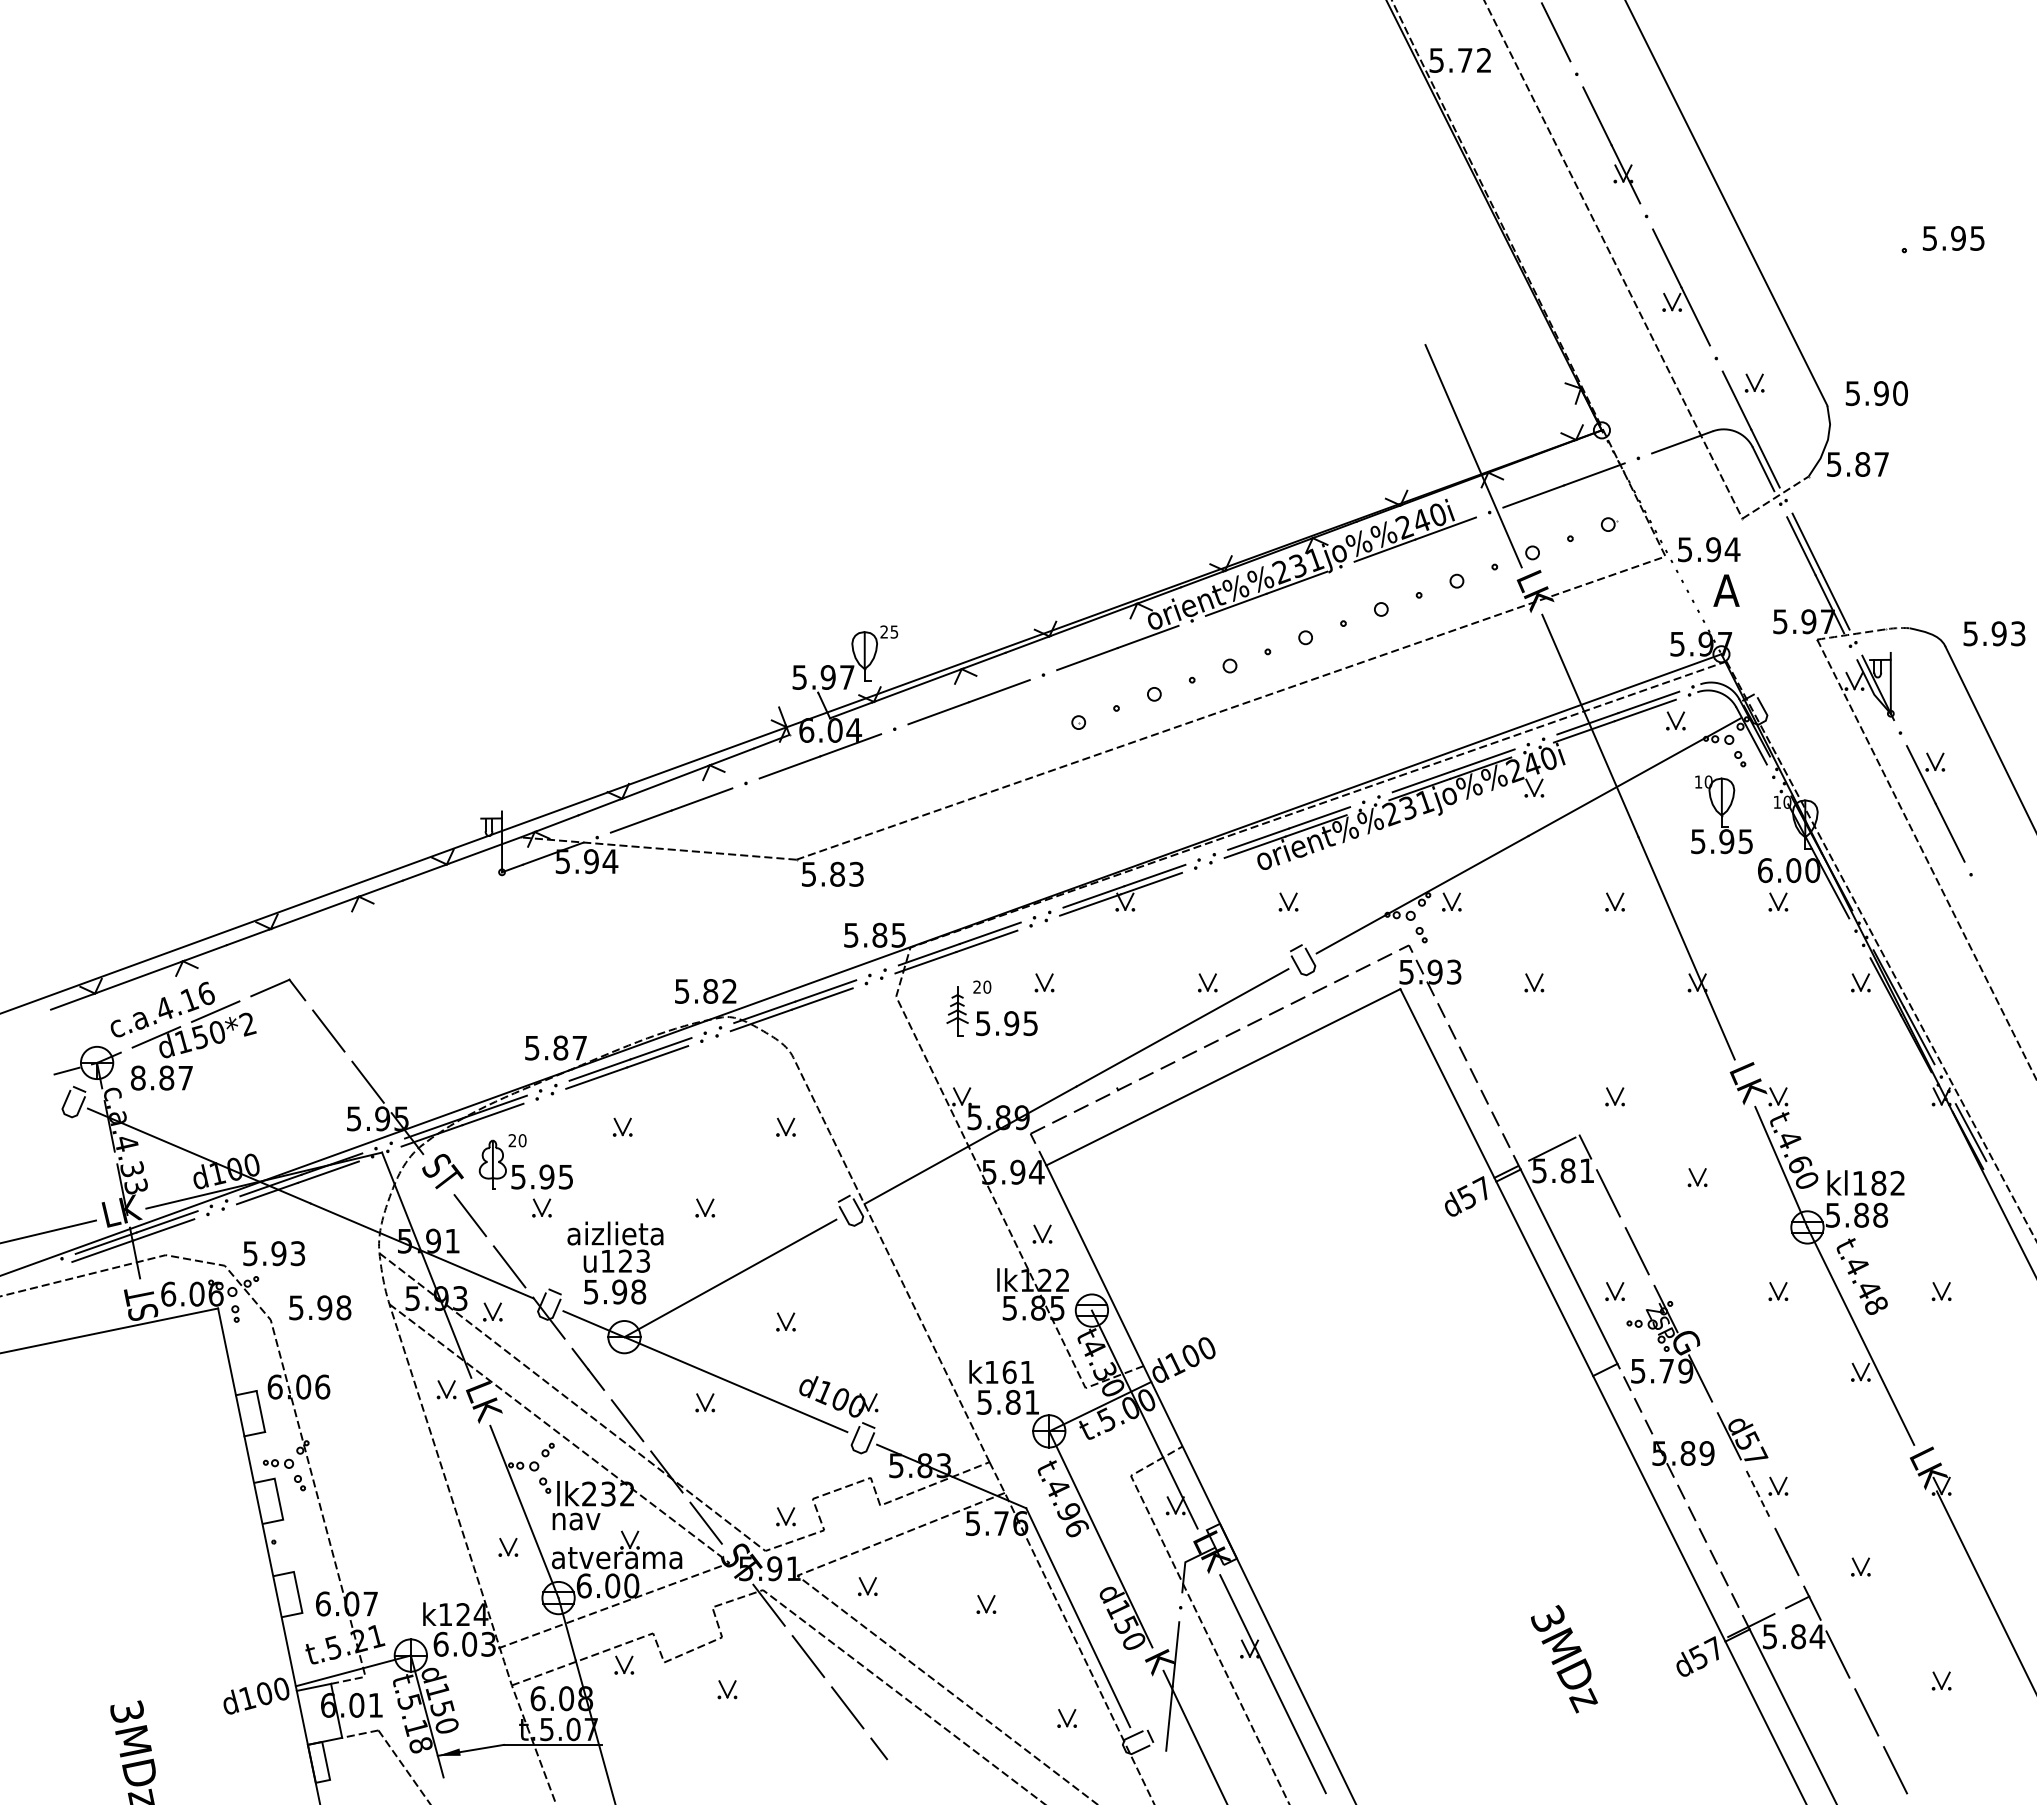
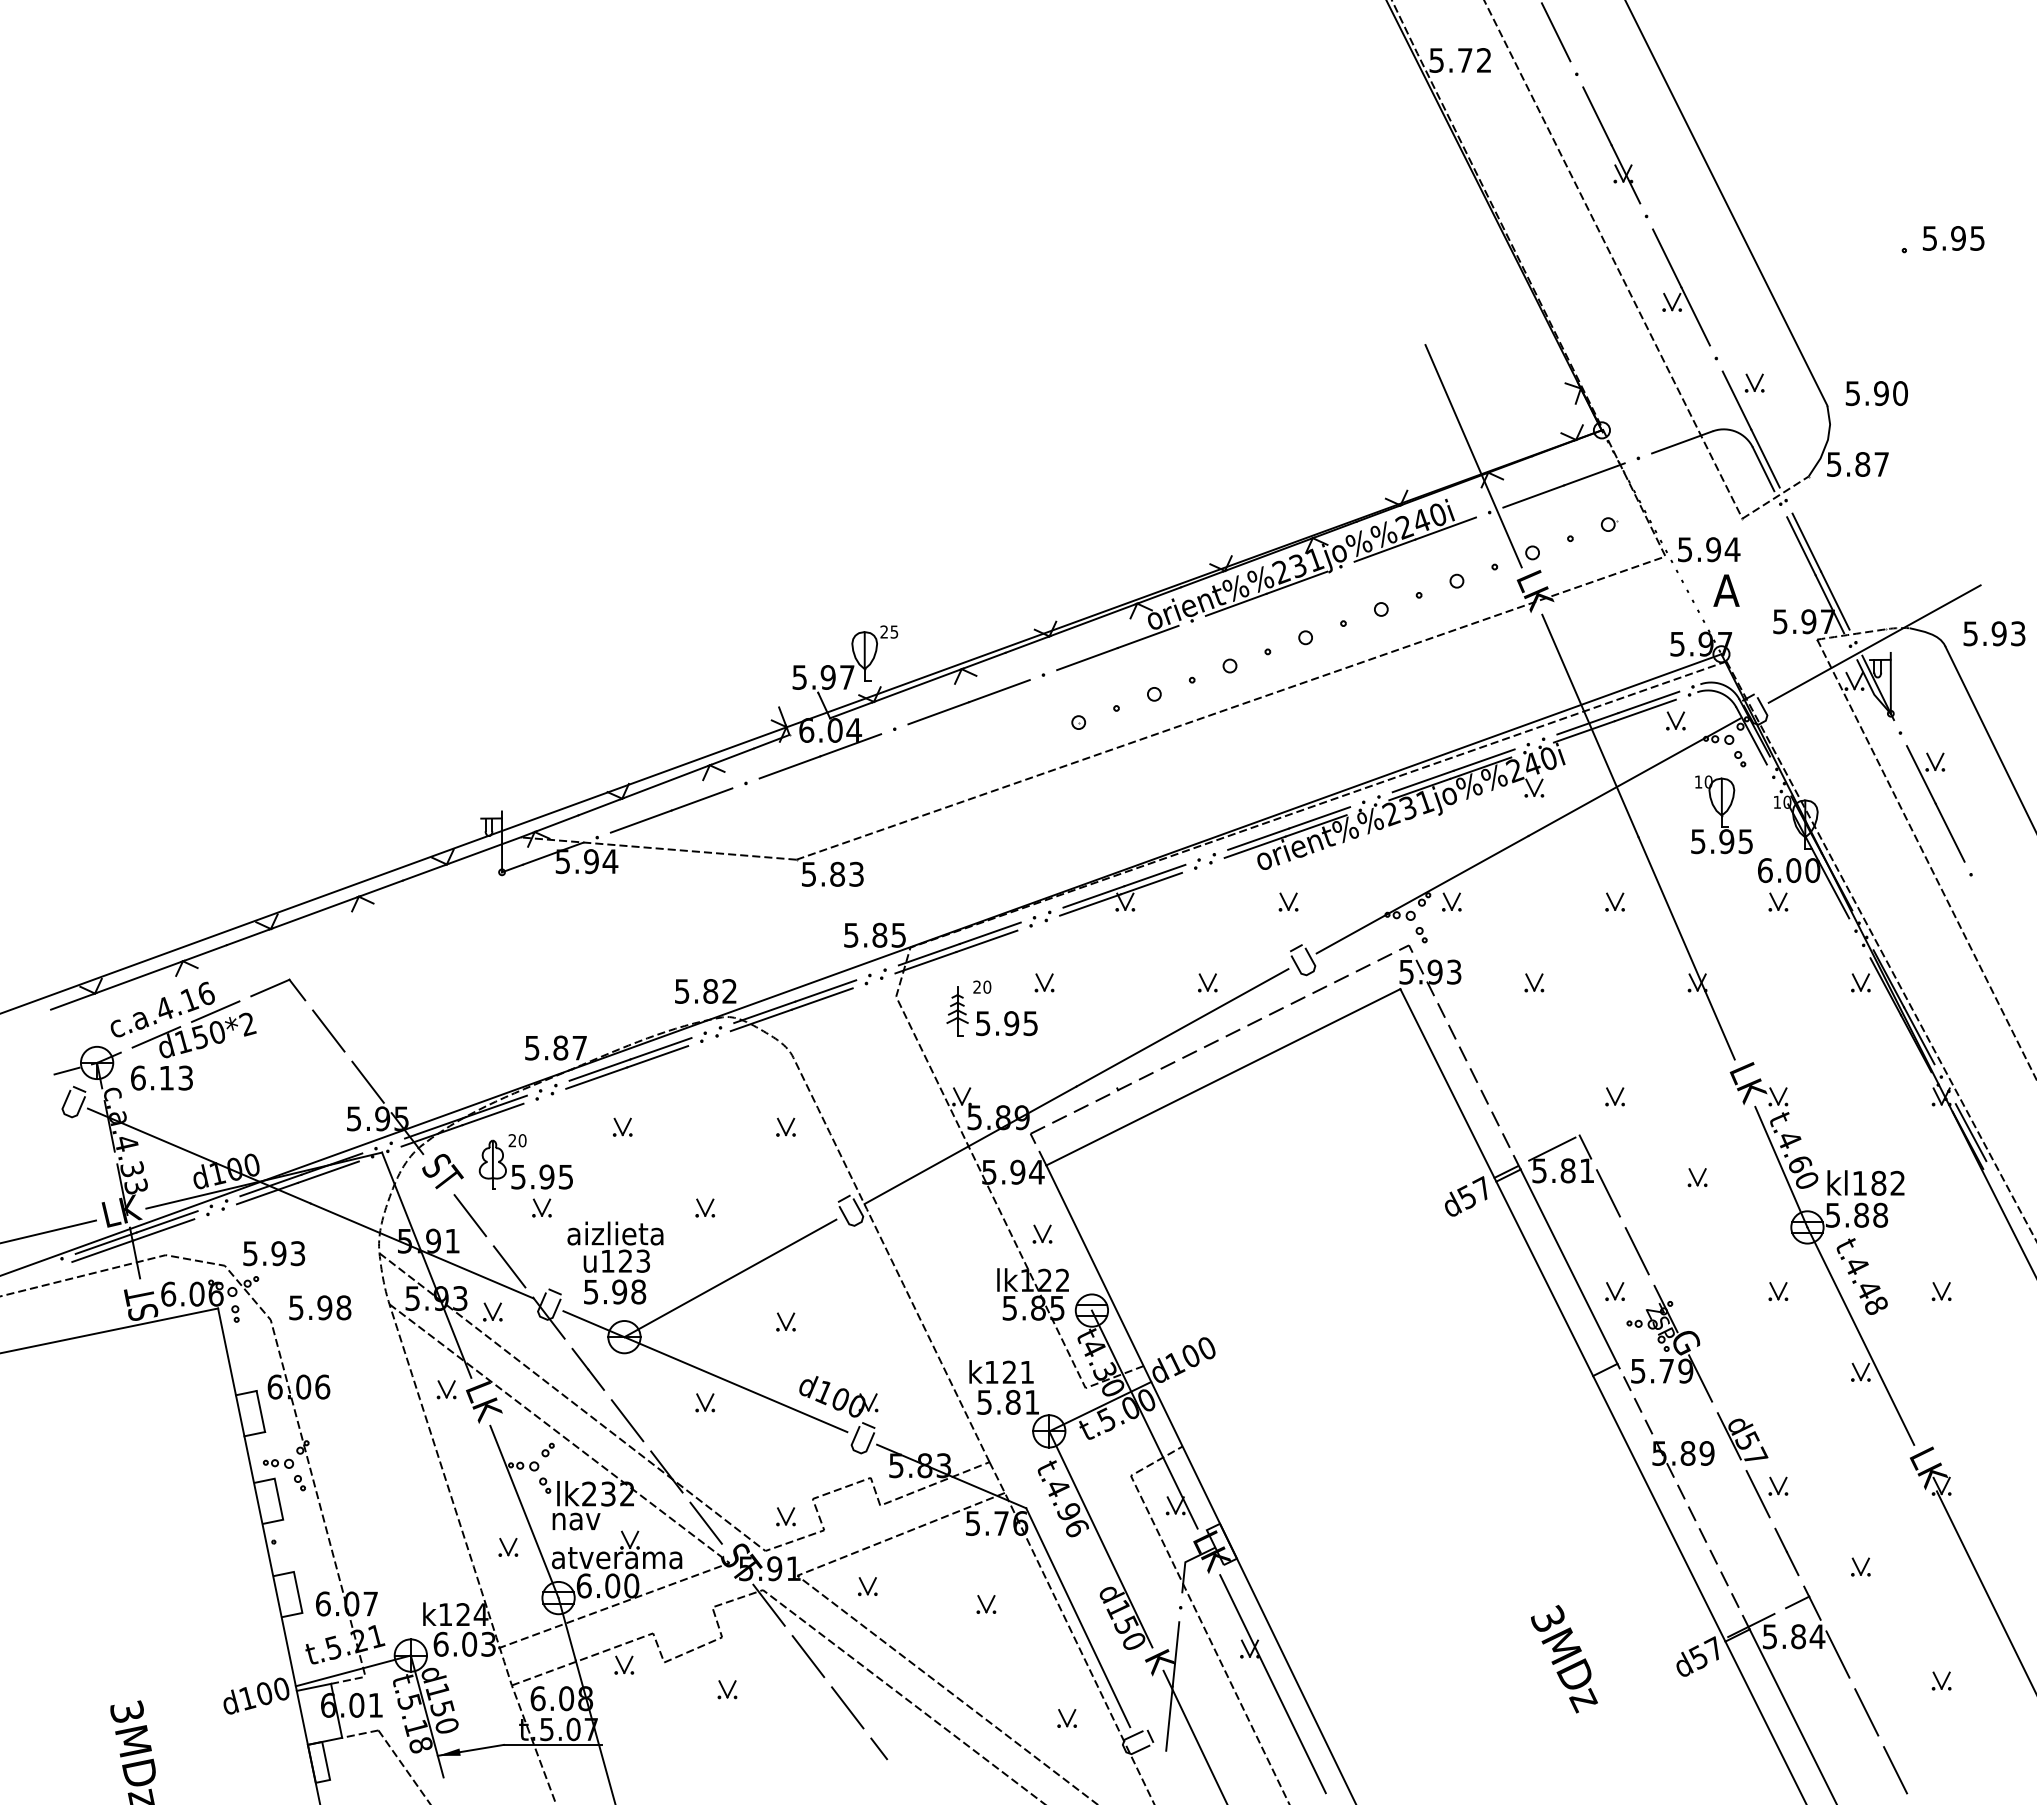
line at (1874, 643): none -> present
text at (161, 1077): 8.87 -> 6.13
text at (1009, 1371): k161 -> k121
line at (1758, 1494): dashed -> solid
